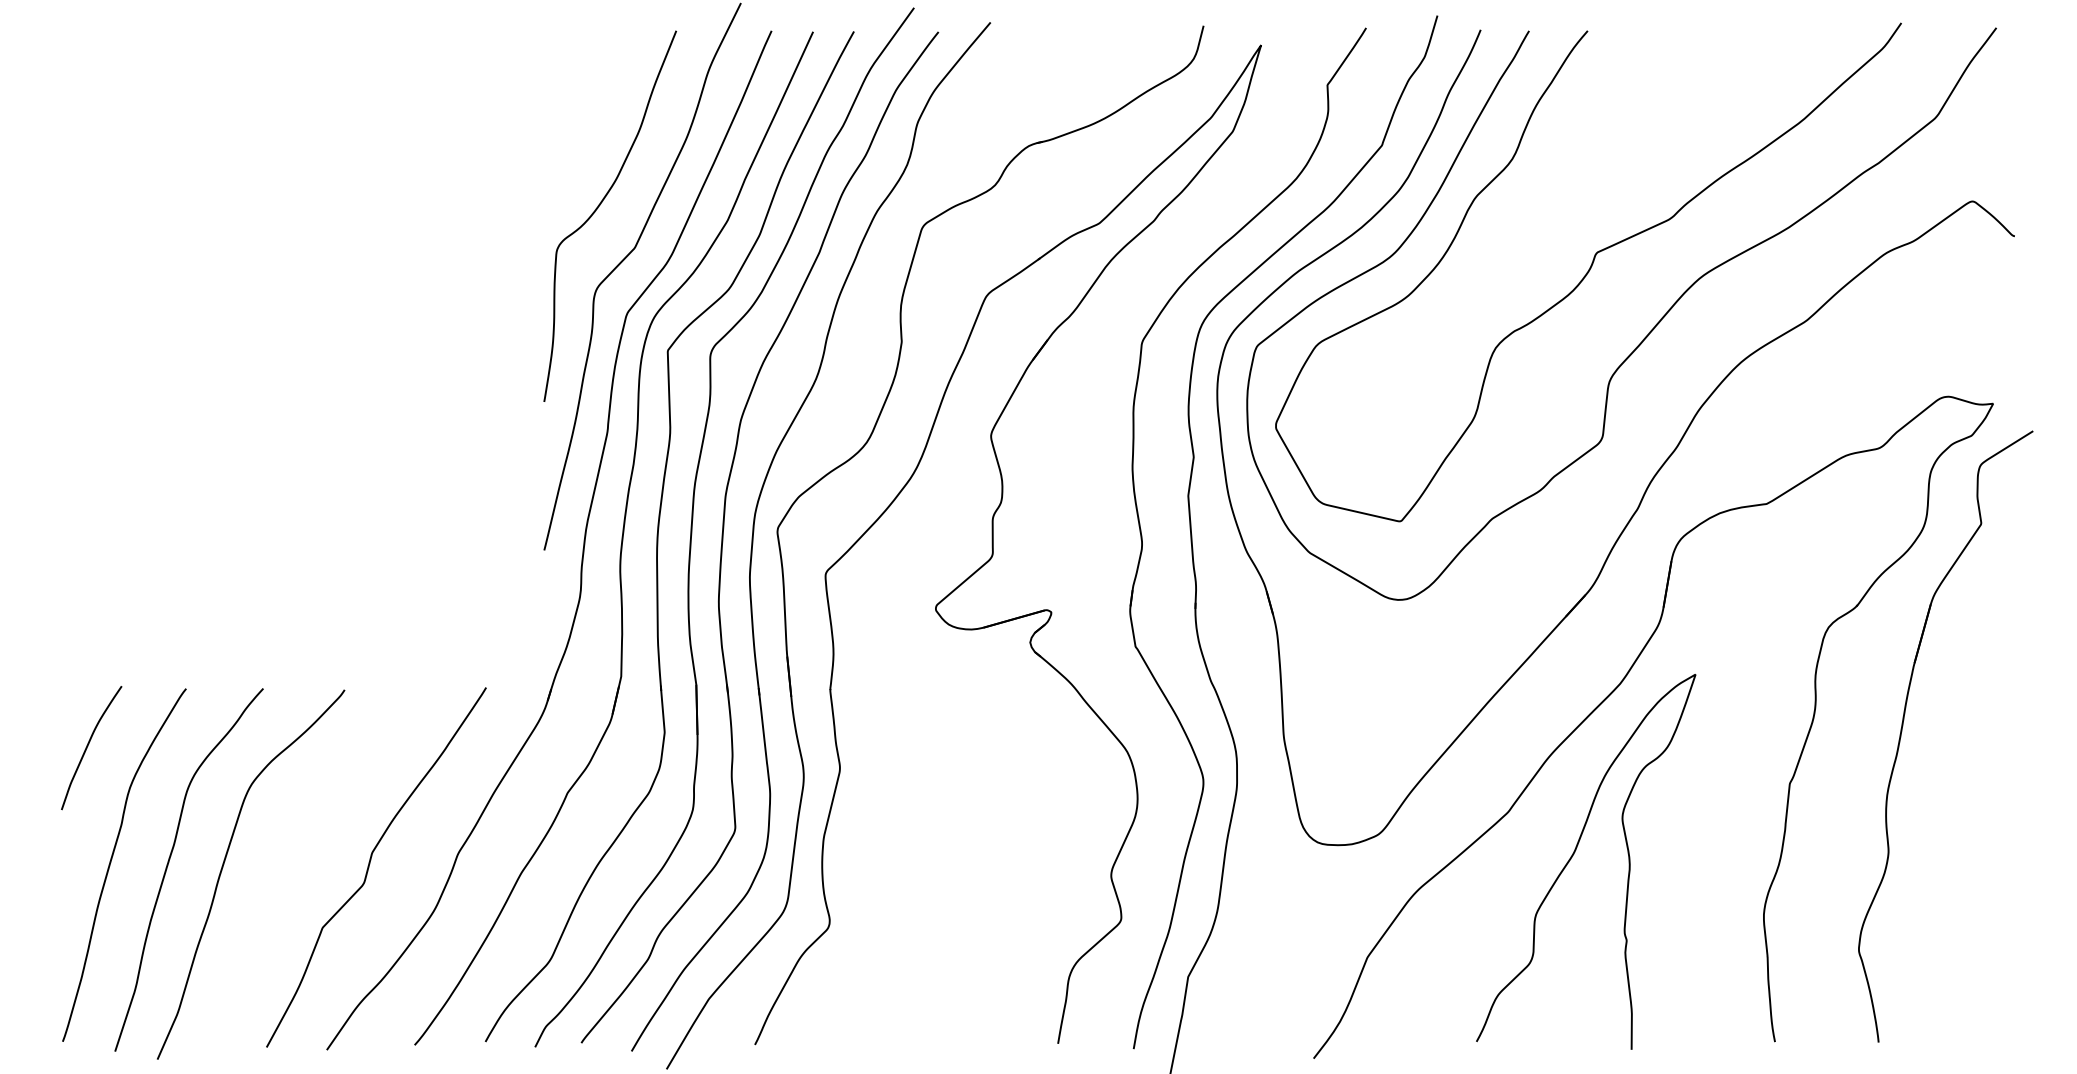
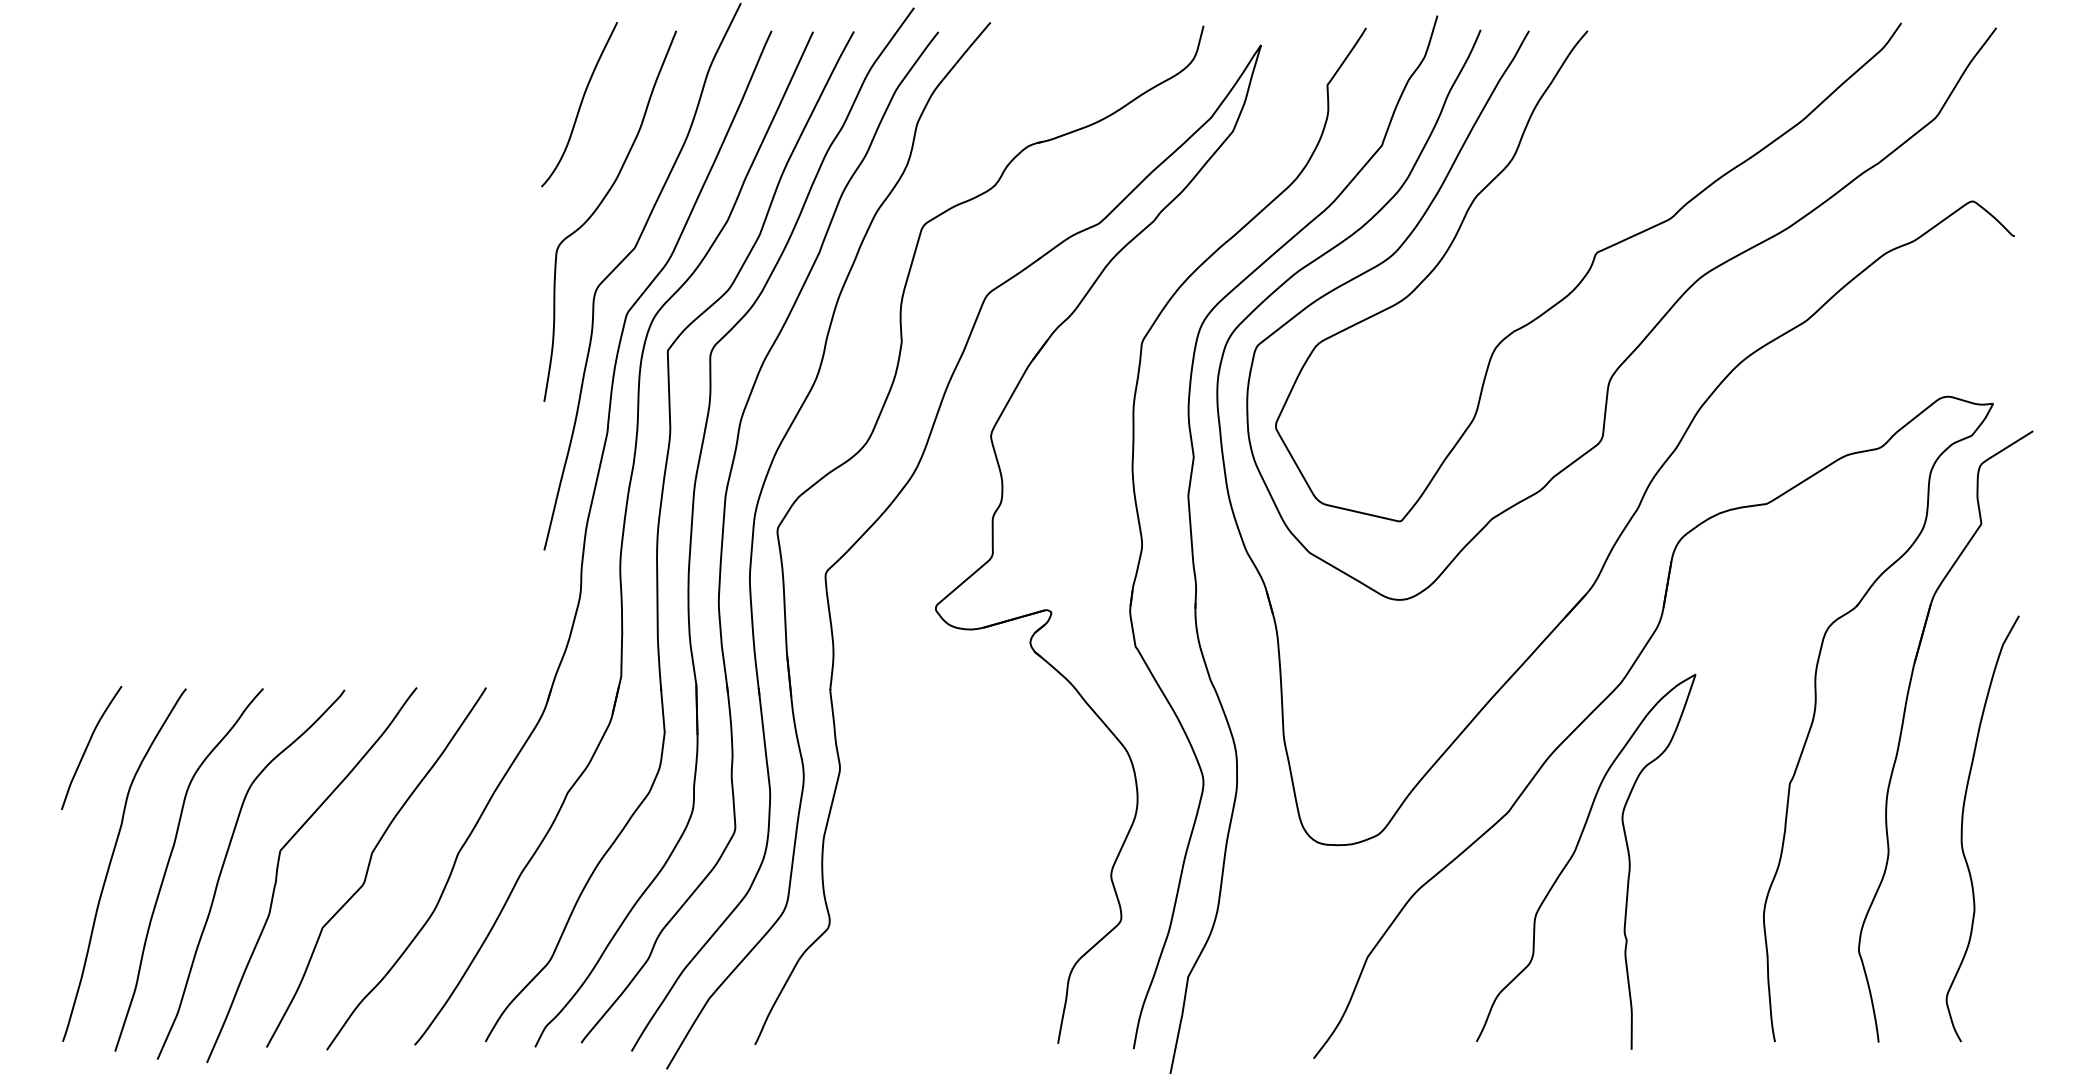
curve at (580, 104): none -> present
curve at (1962, 828): none -> present
curve at (278, 869): none -> present
